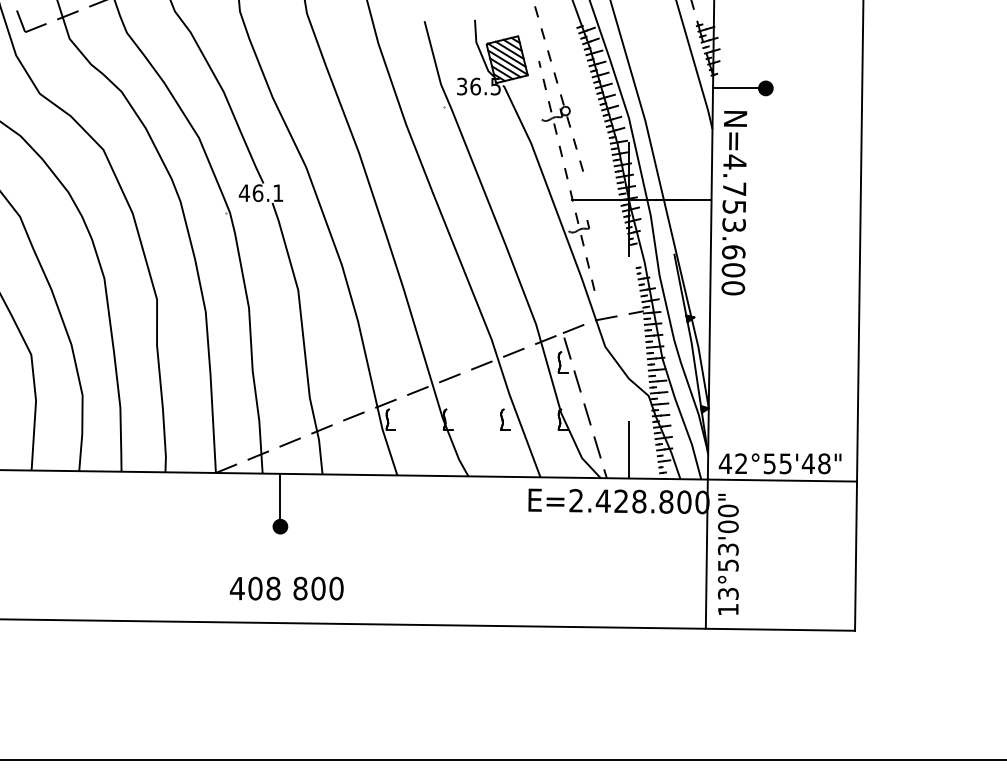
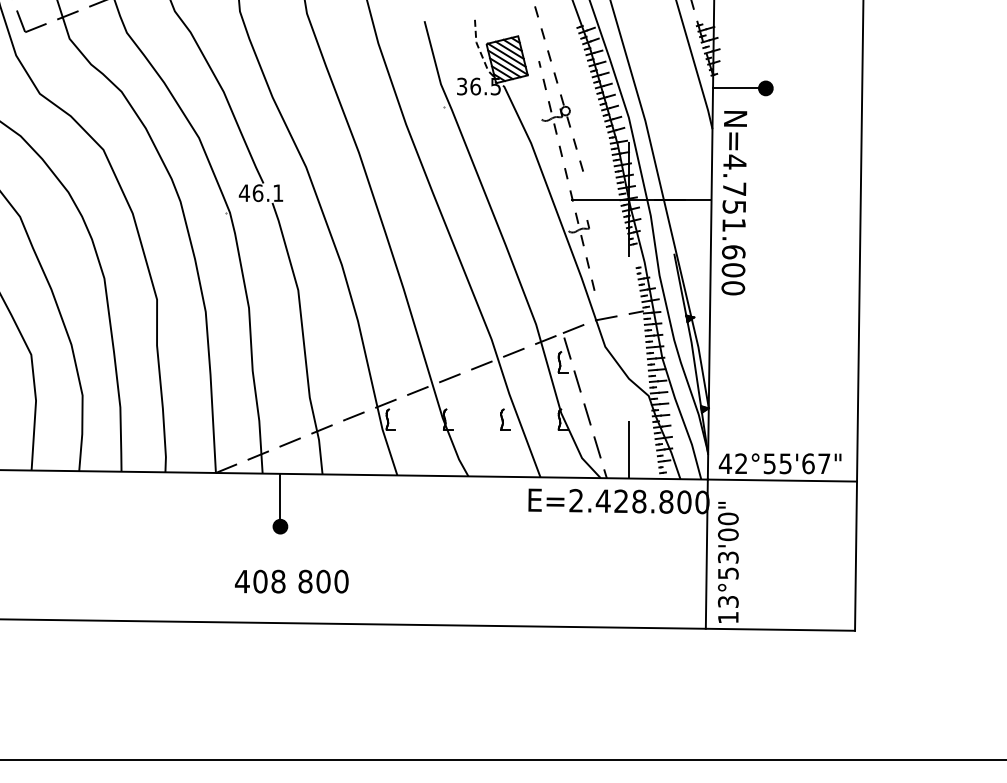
line at (479, 50): solid -> dashed
text at (733, 224): N=4.753.600 -> N=4.751.600
text at (815, 463): 42°55'48" -> 42°55'67"
text at (728, 554) position: (728, 554) -> (728, 562)
text at (286, 588) position: (286, 588) -> (291, 581)
